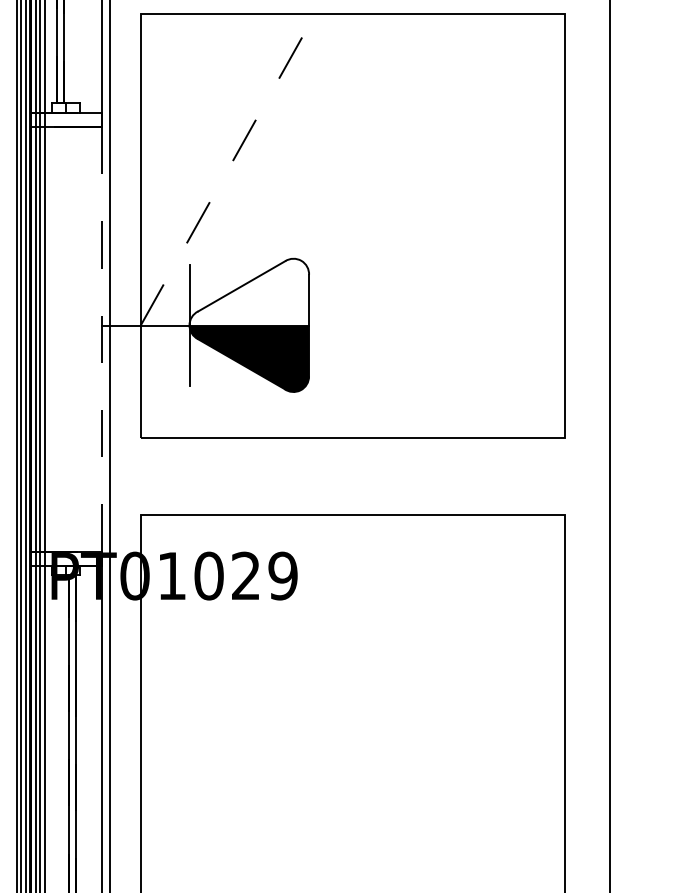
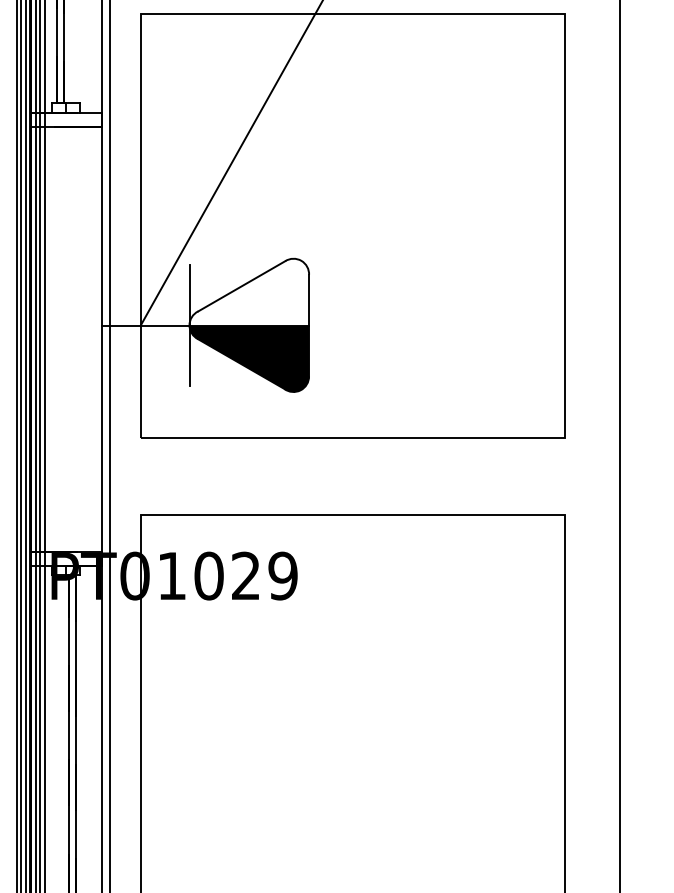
line at (232, 162): dashed -> solid
line at (101, 338): dashed -> solid
line at (609, 445) position: (609, 445) -> (619, 445)
